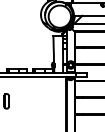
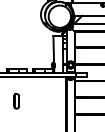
part at (6, 101) position: (6, 101) -> (16, 101)
